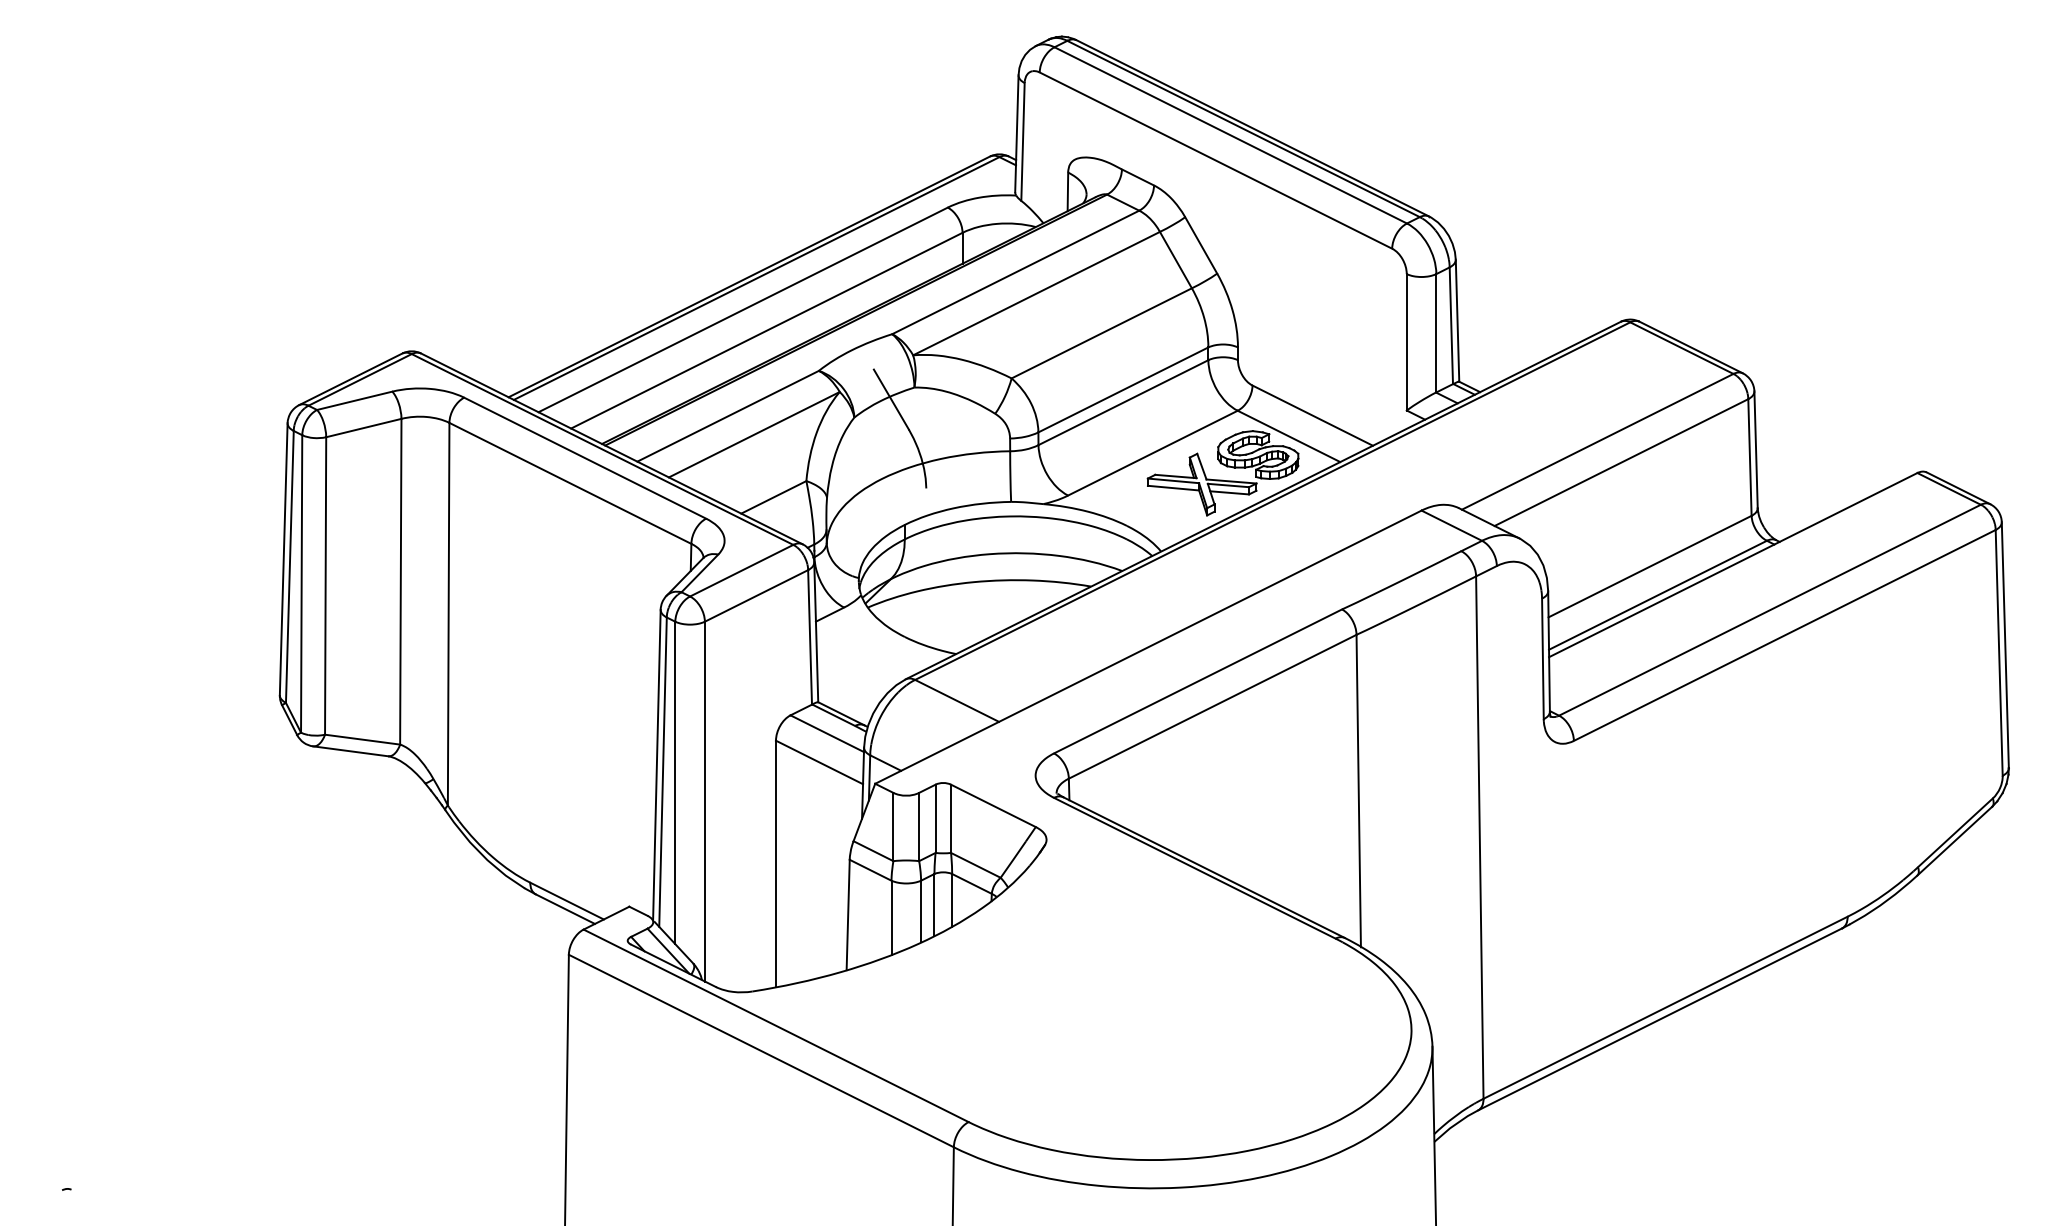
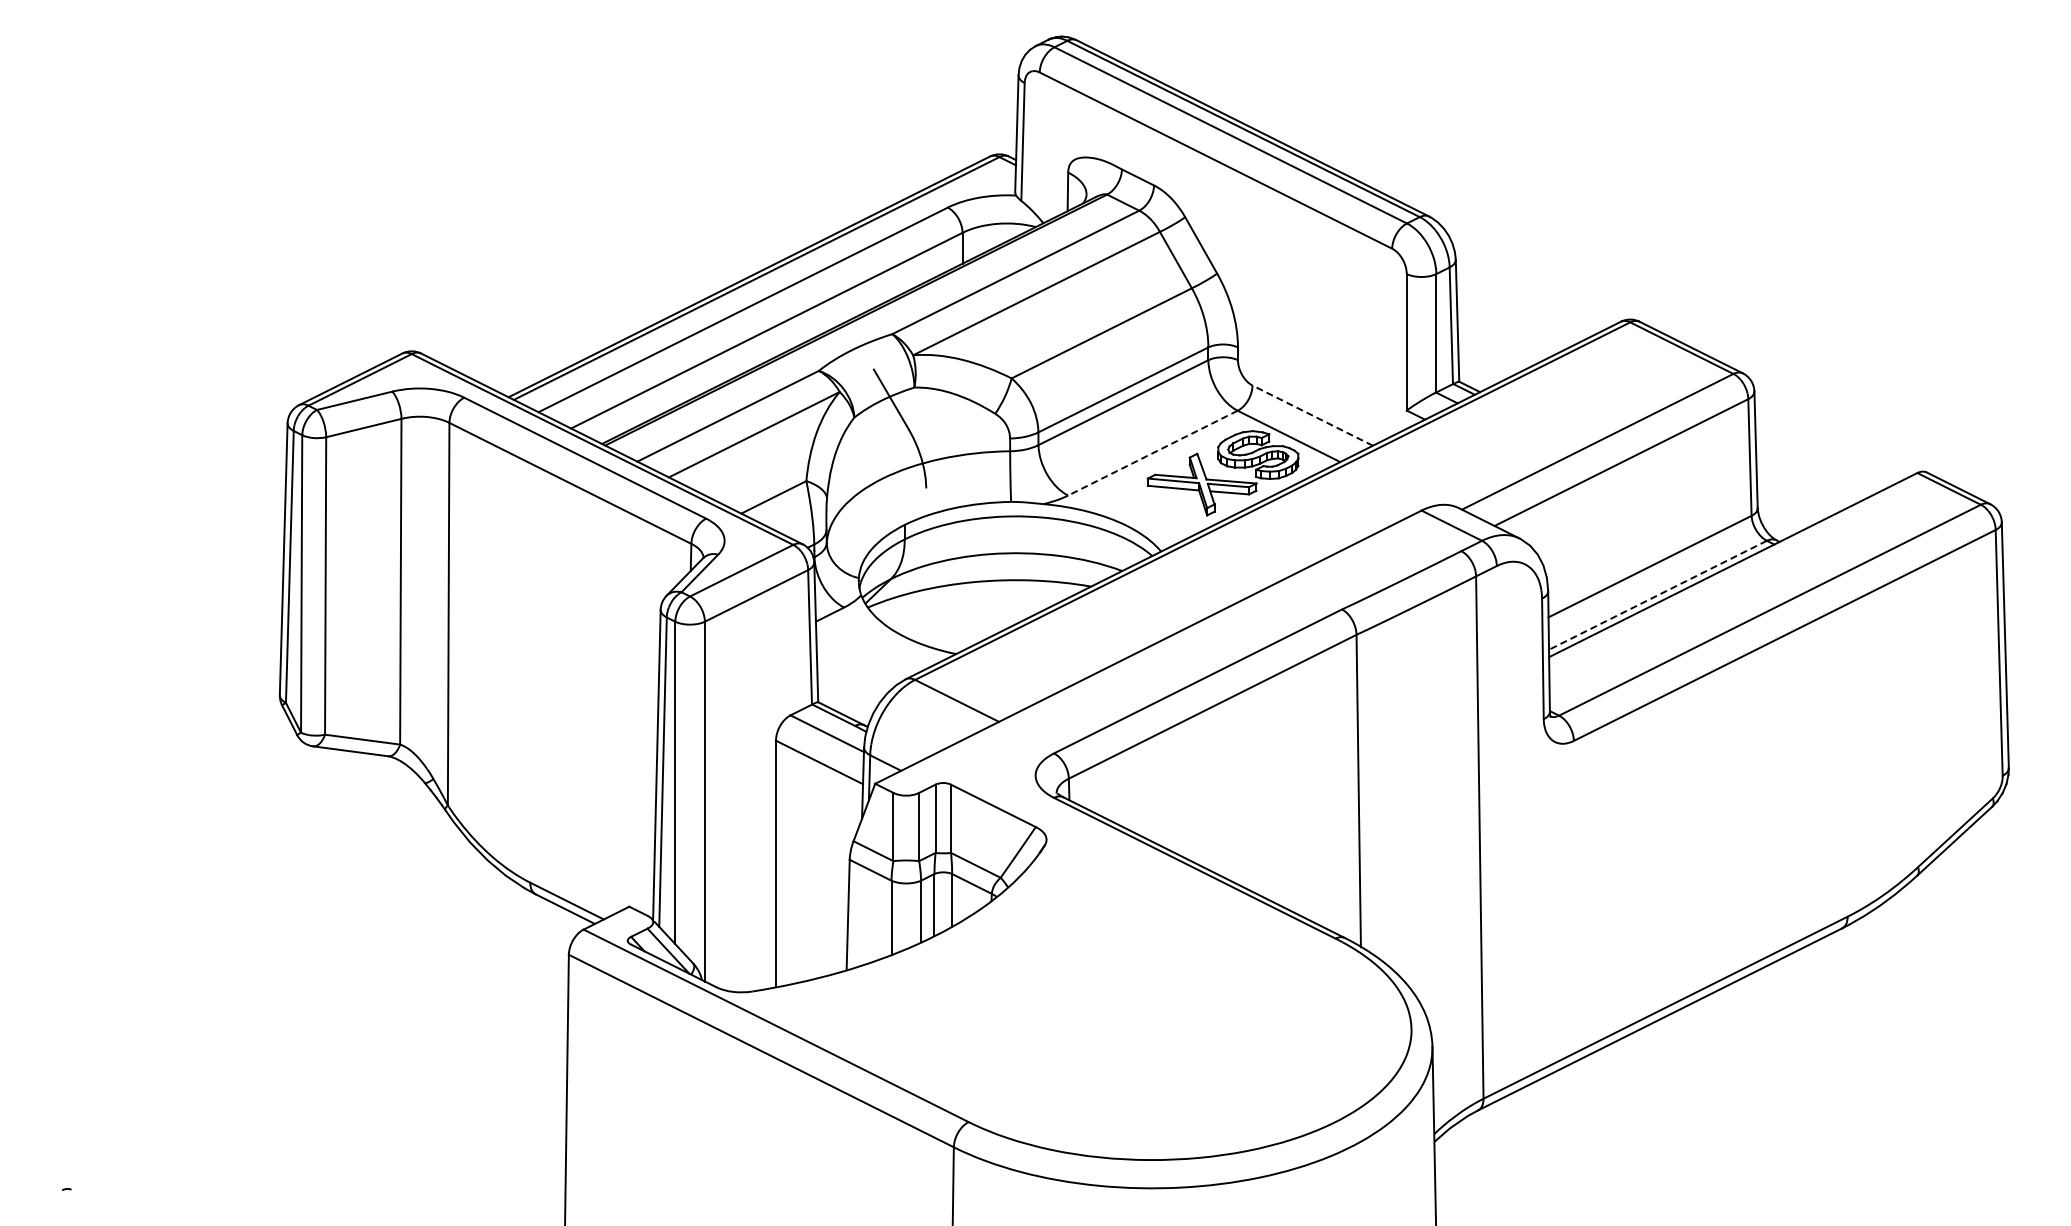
line at (1312, 415): solid -> dashed
line at (1152, 453): solid -> dashed
line at (1657, 595): solid -> dashed
